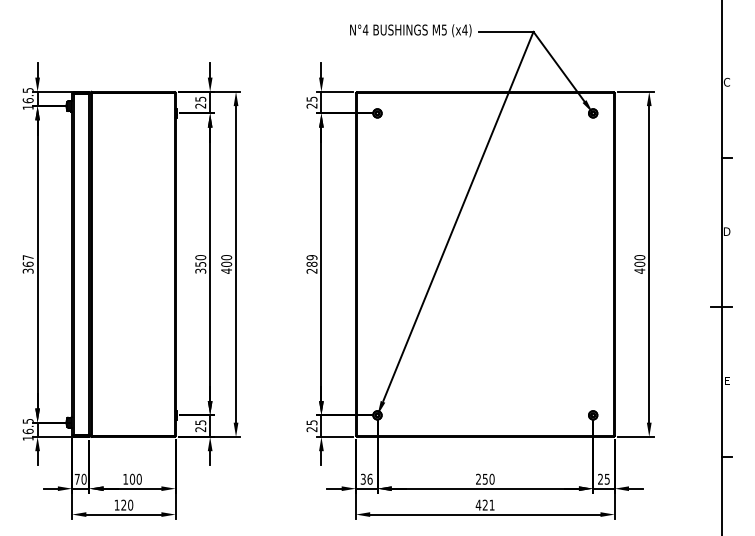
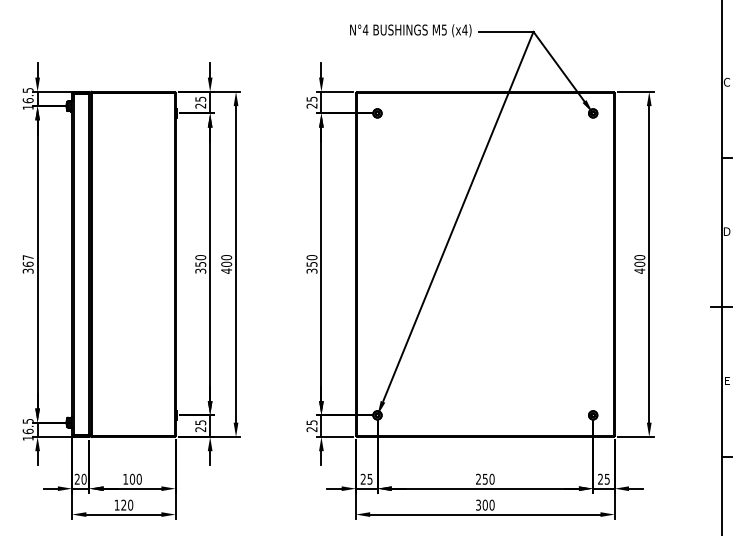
text at (311, 264): 289 -> 350
text at (76, 478): 70 -> 20
text at (366, 478): 36 -> 25
text at (484, 504): 421 -> 300
